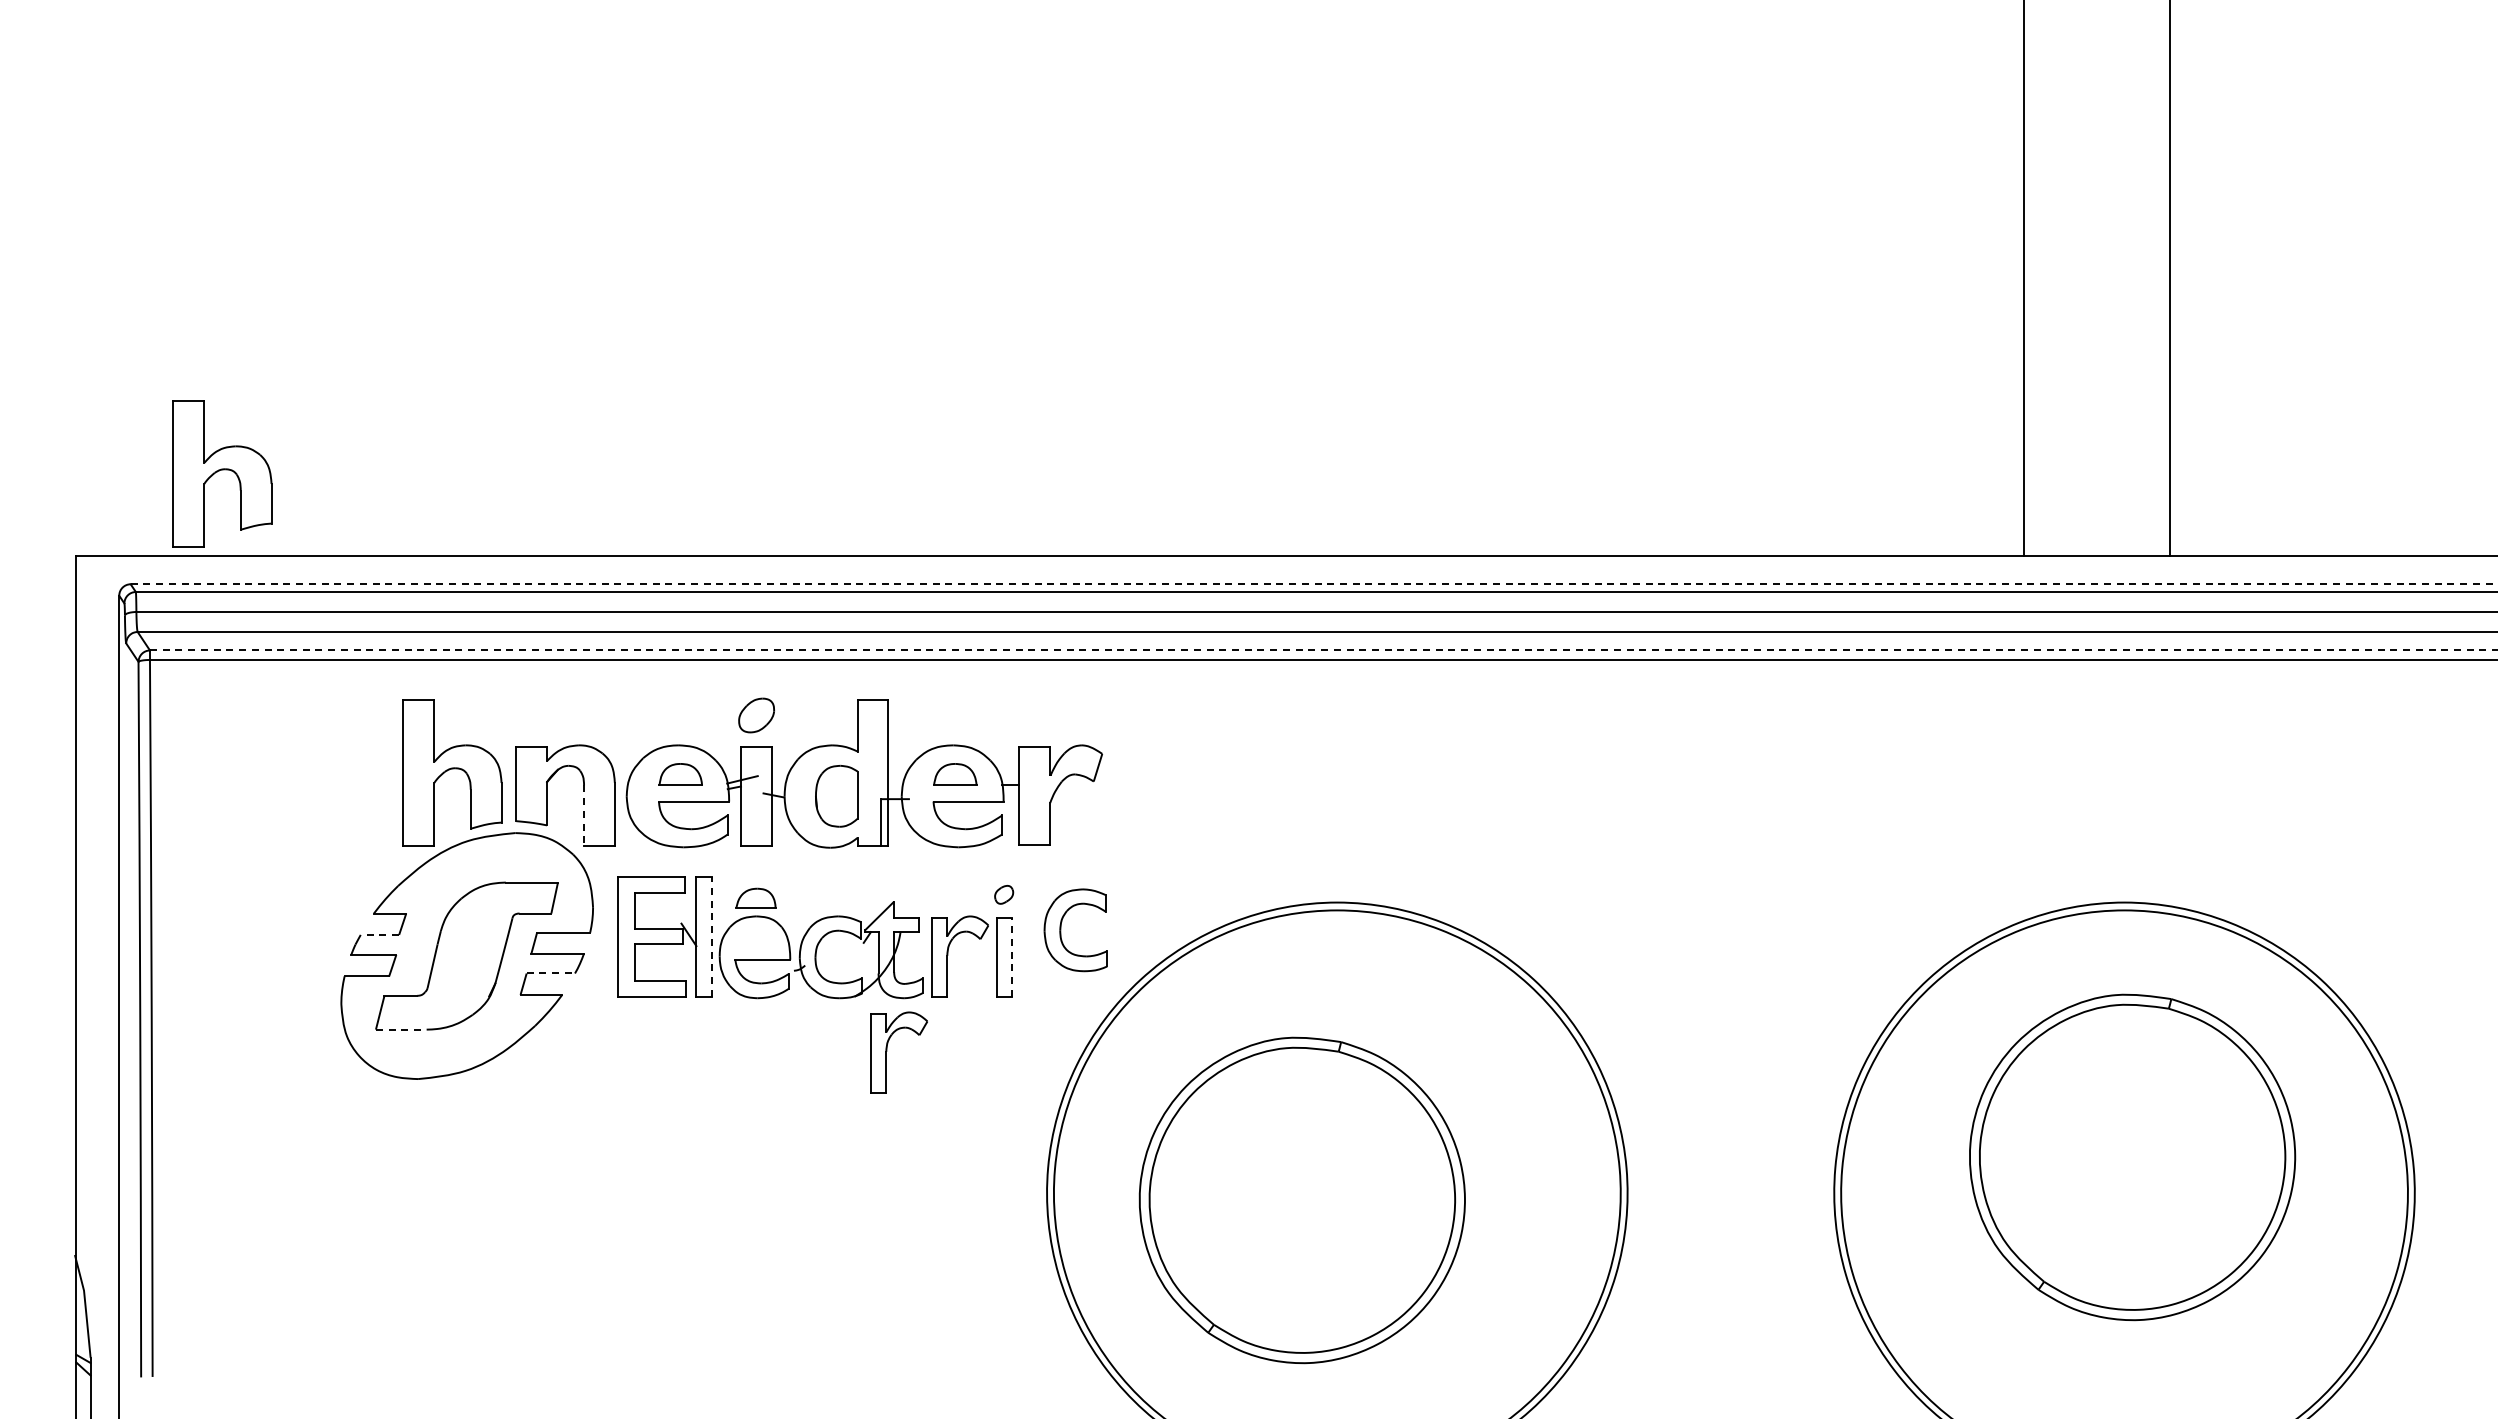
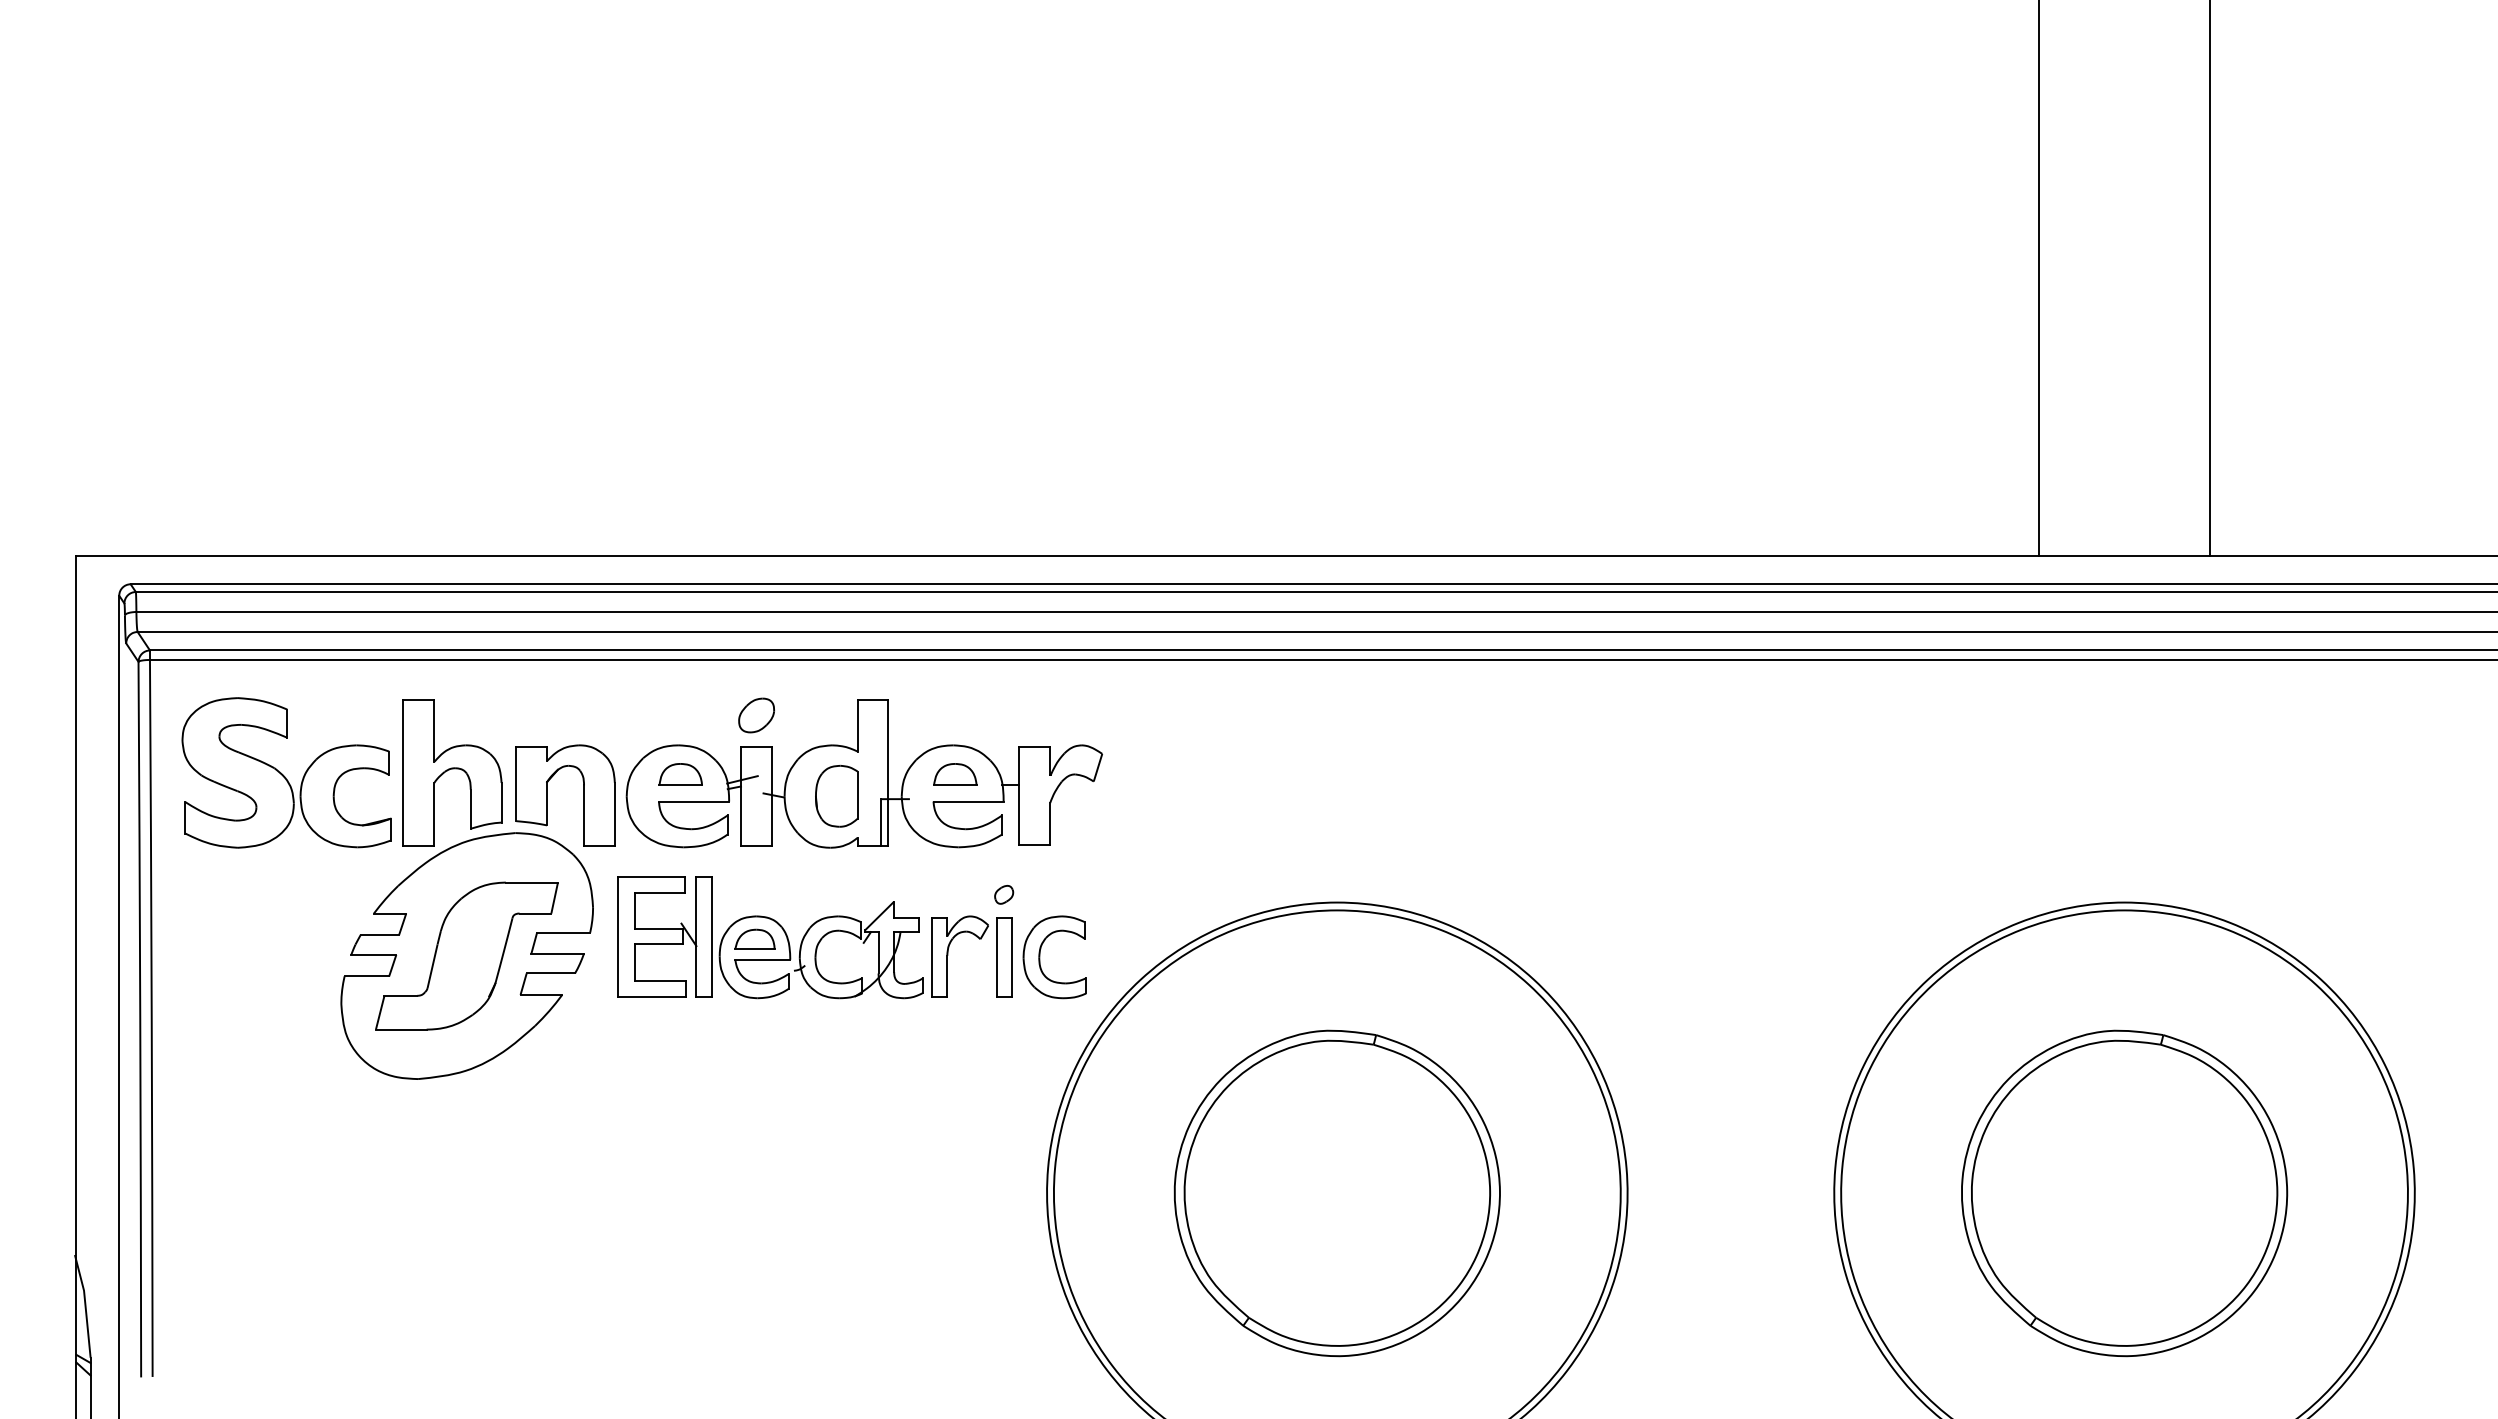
line at (2023, 278) position: (2023, 278) -> (2038, 278)
line at (2170, 278) position: (2170, 278) -> (2210, 278)
part at (222, 473): present -> none
line at (1314, 584): dashed -> solid
line at (1323, 650): dashed -> solid
part at (286, 772): none -> present
line at (584, 816): dashed -> solid
part at (755, 897) position: (755, 897) -> (754, 938)
part at (1061, 930) position: (1061, 930) -> (1040, 957)
line at (379, 934): dashed -> solid
line at (711, 937): dashed -> solid
line at (1011, 957): dashed -> solid
line at (551, 973): dashed -> solid
line at (401, 1029): dashed -> solid
part at (887, 1051): present -> none
part at (2132, 1157) position: (2132, 1157) -> (2124, 1193)
part at (1301, 1200) position: (1301, 1200) -> (1336, 1193)
